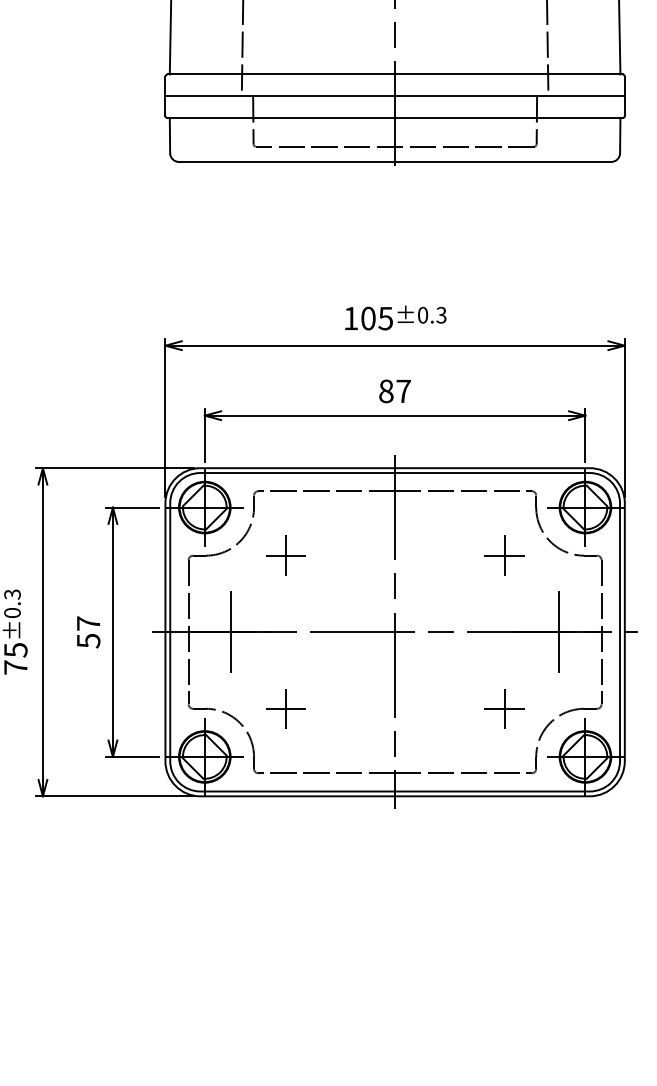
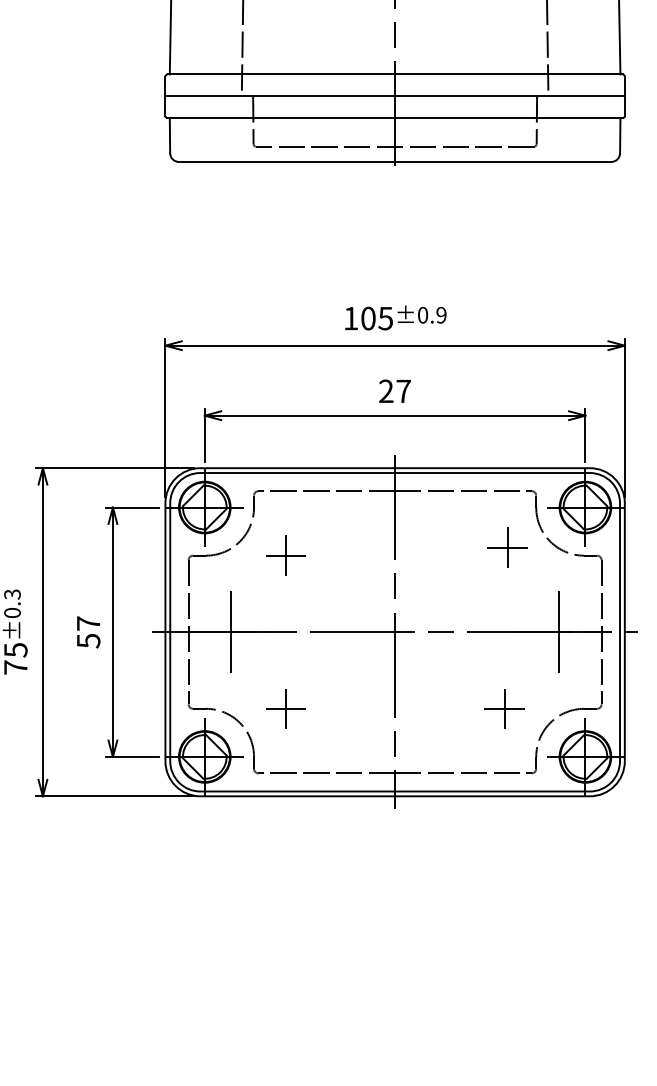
text at (441, 315): ±0.3 -> ±0.9
text at (386, 391): 87 -> 27
part at (504, 555) position: (504, 555) -> (507, 547)
